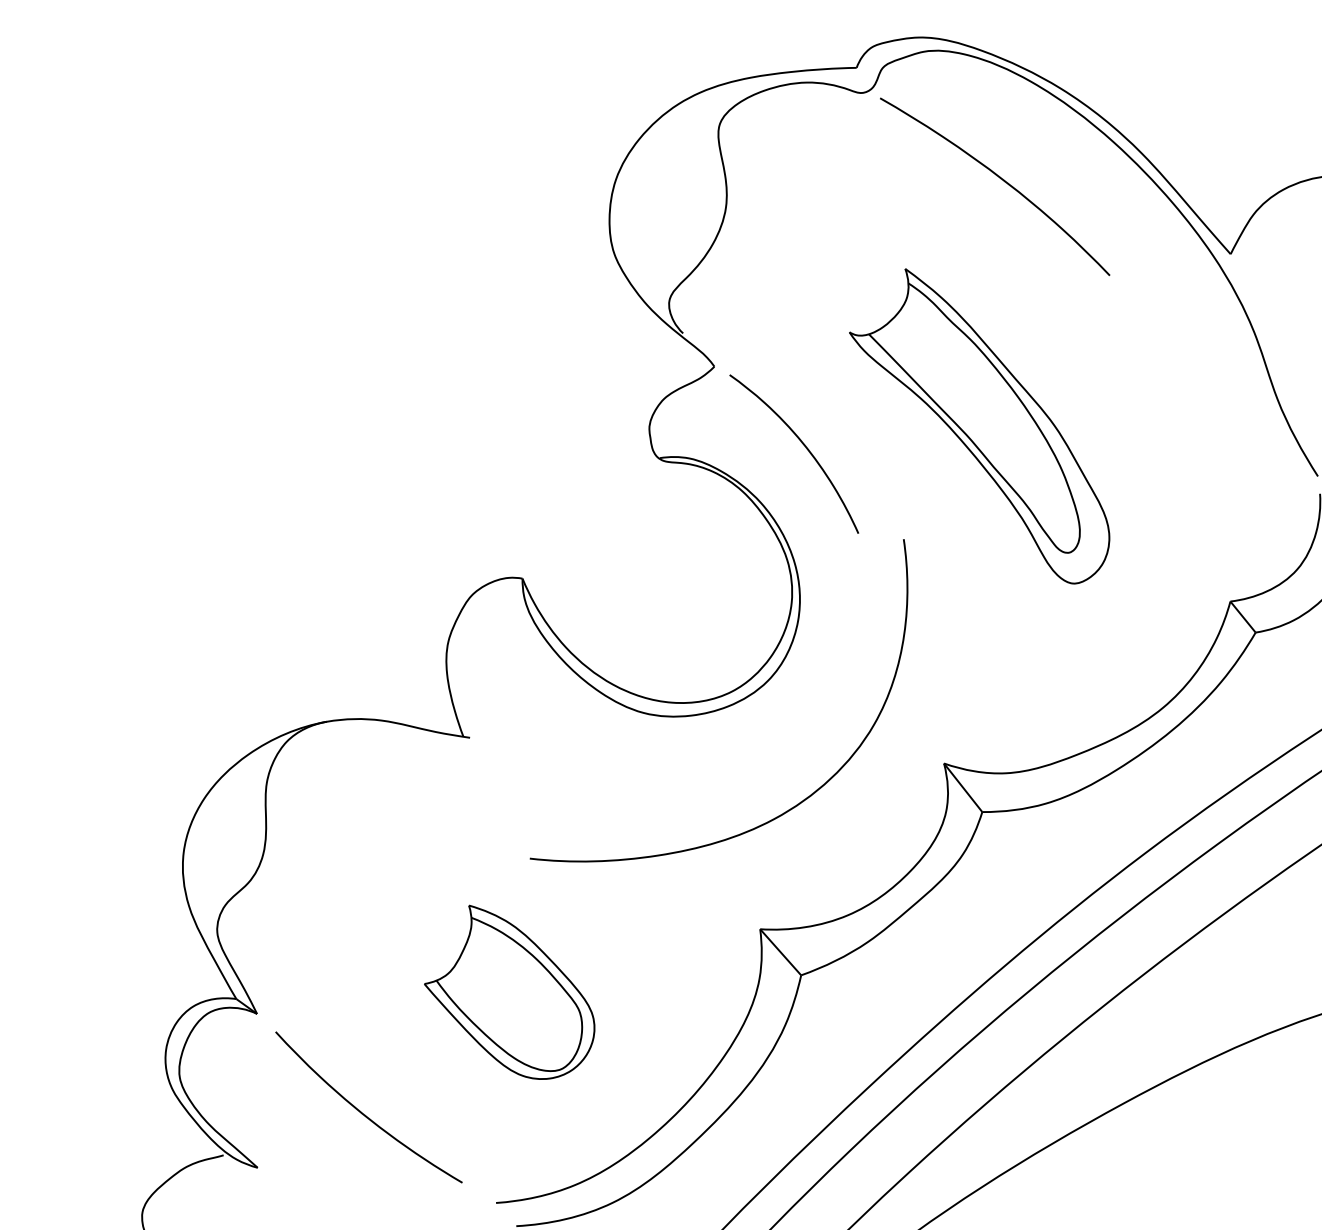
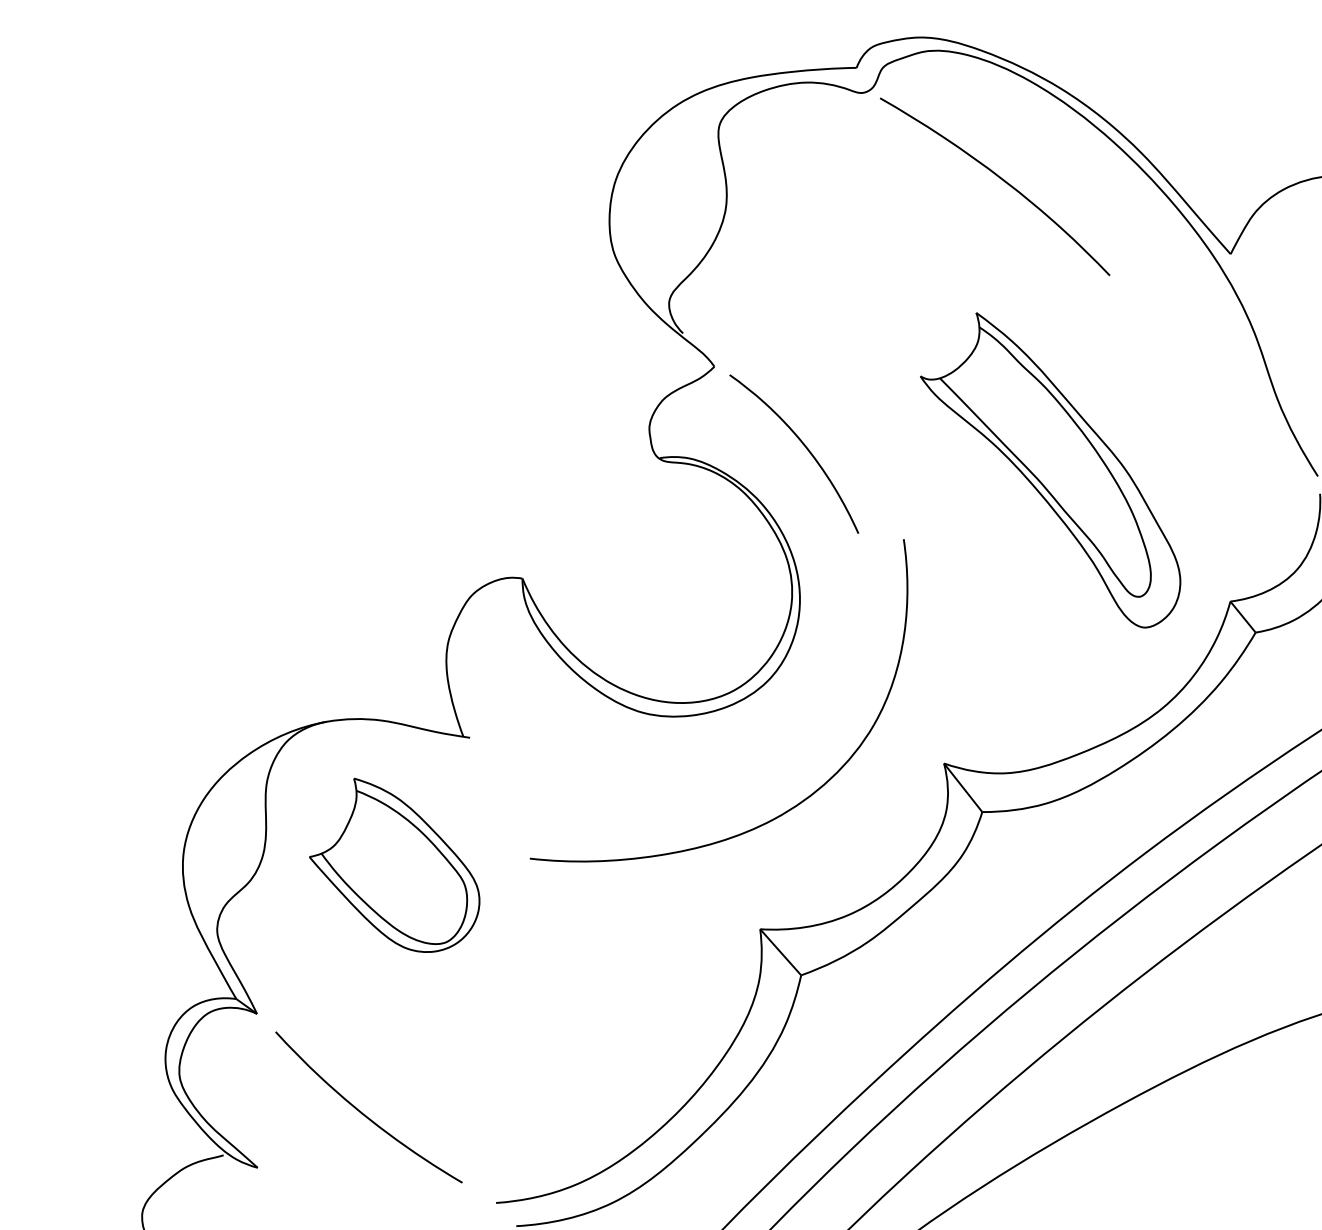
part at (979, 426) position: (979, 426) -> (1050, 470)
part at (509, 991) position: (509, 991) -> (394, 864)
